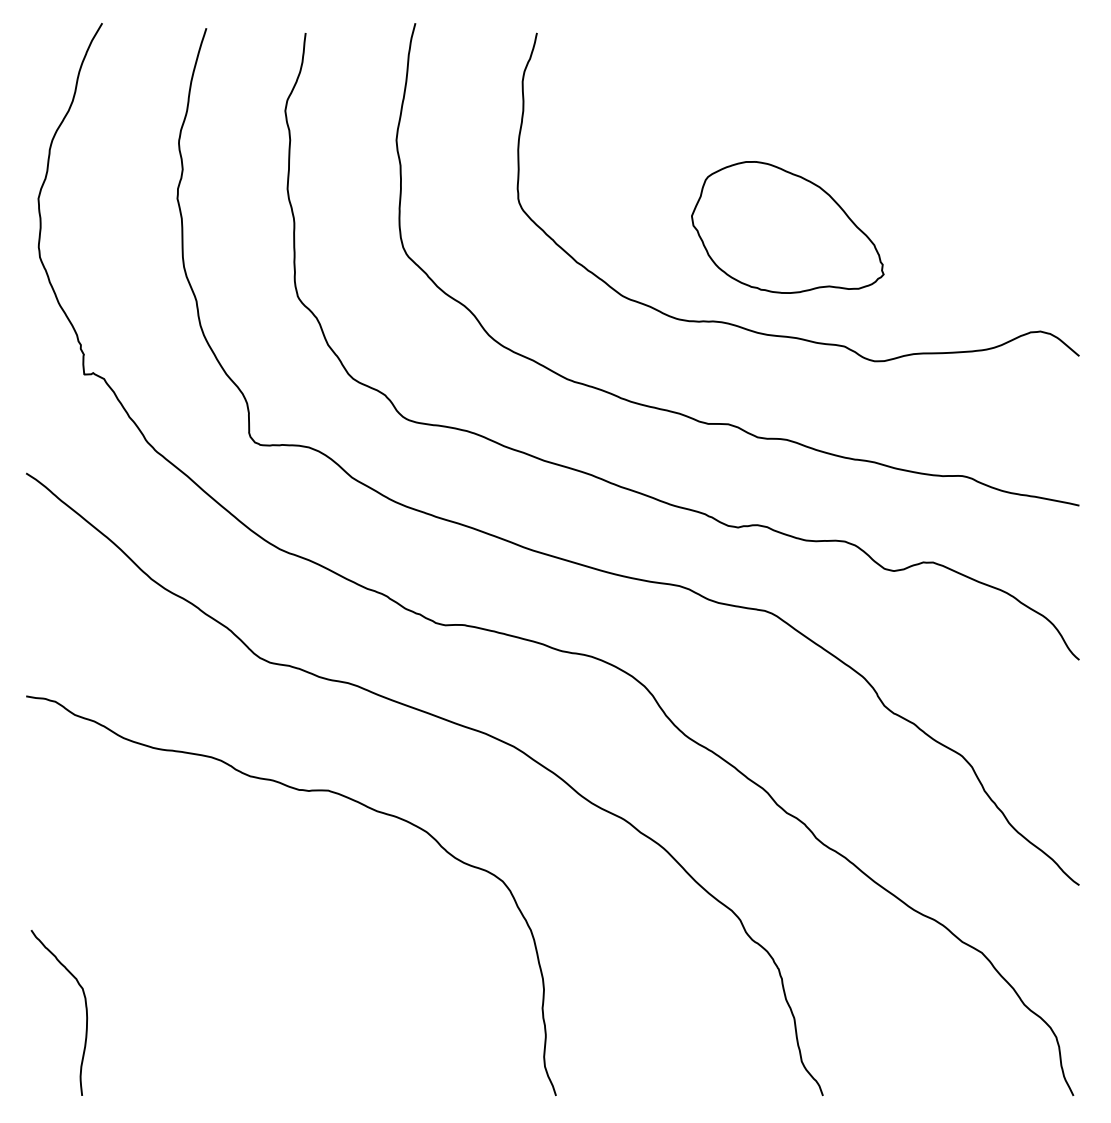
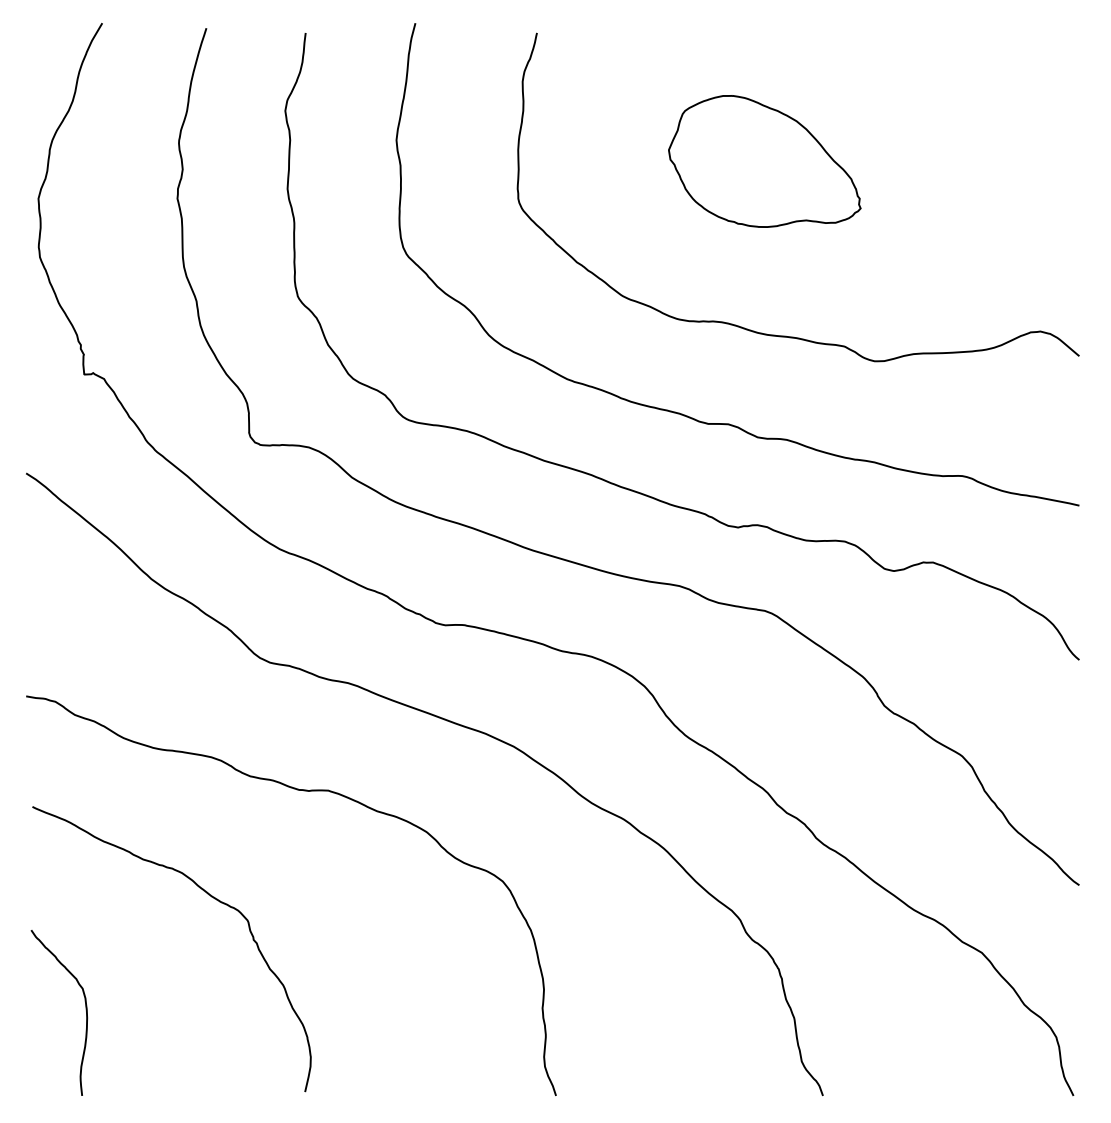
part at (787, 227) position: (787, 227) -> (764, 161)
curve at (208, 895): none -> present
